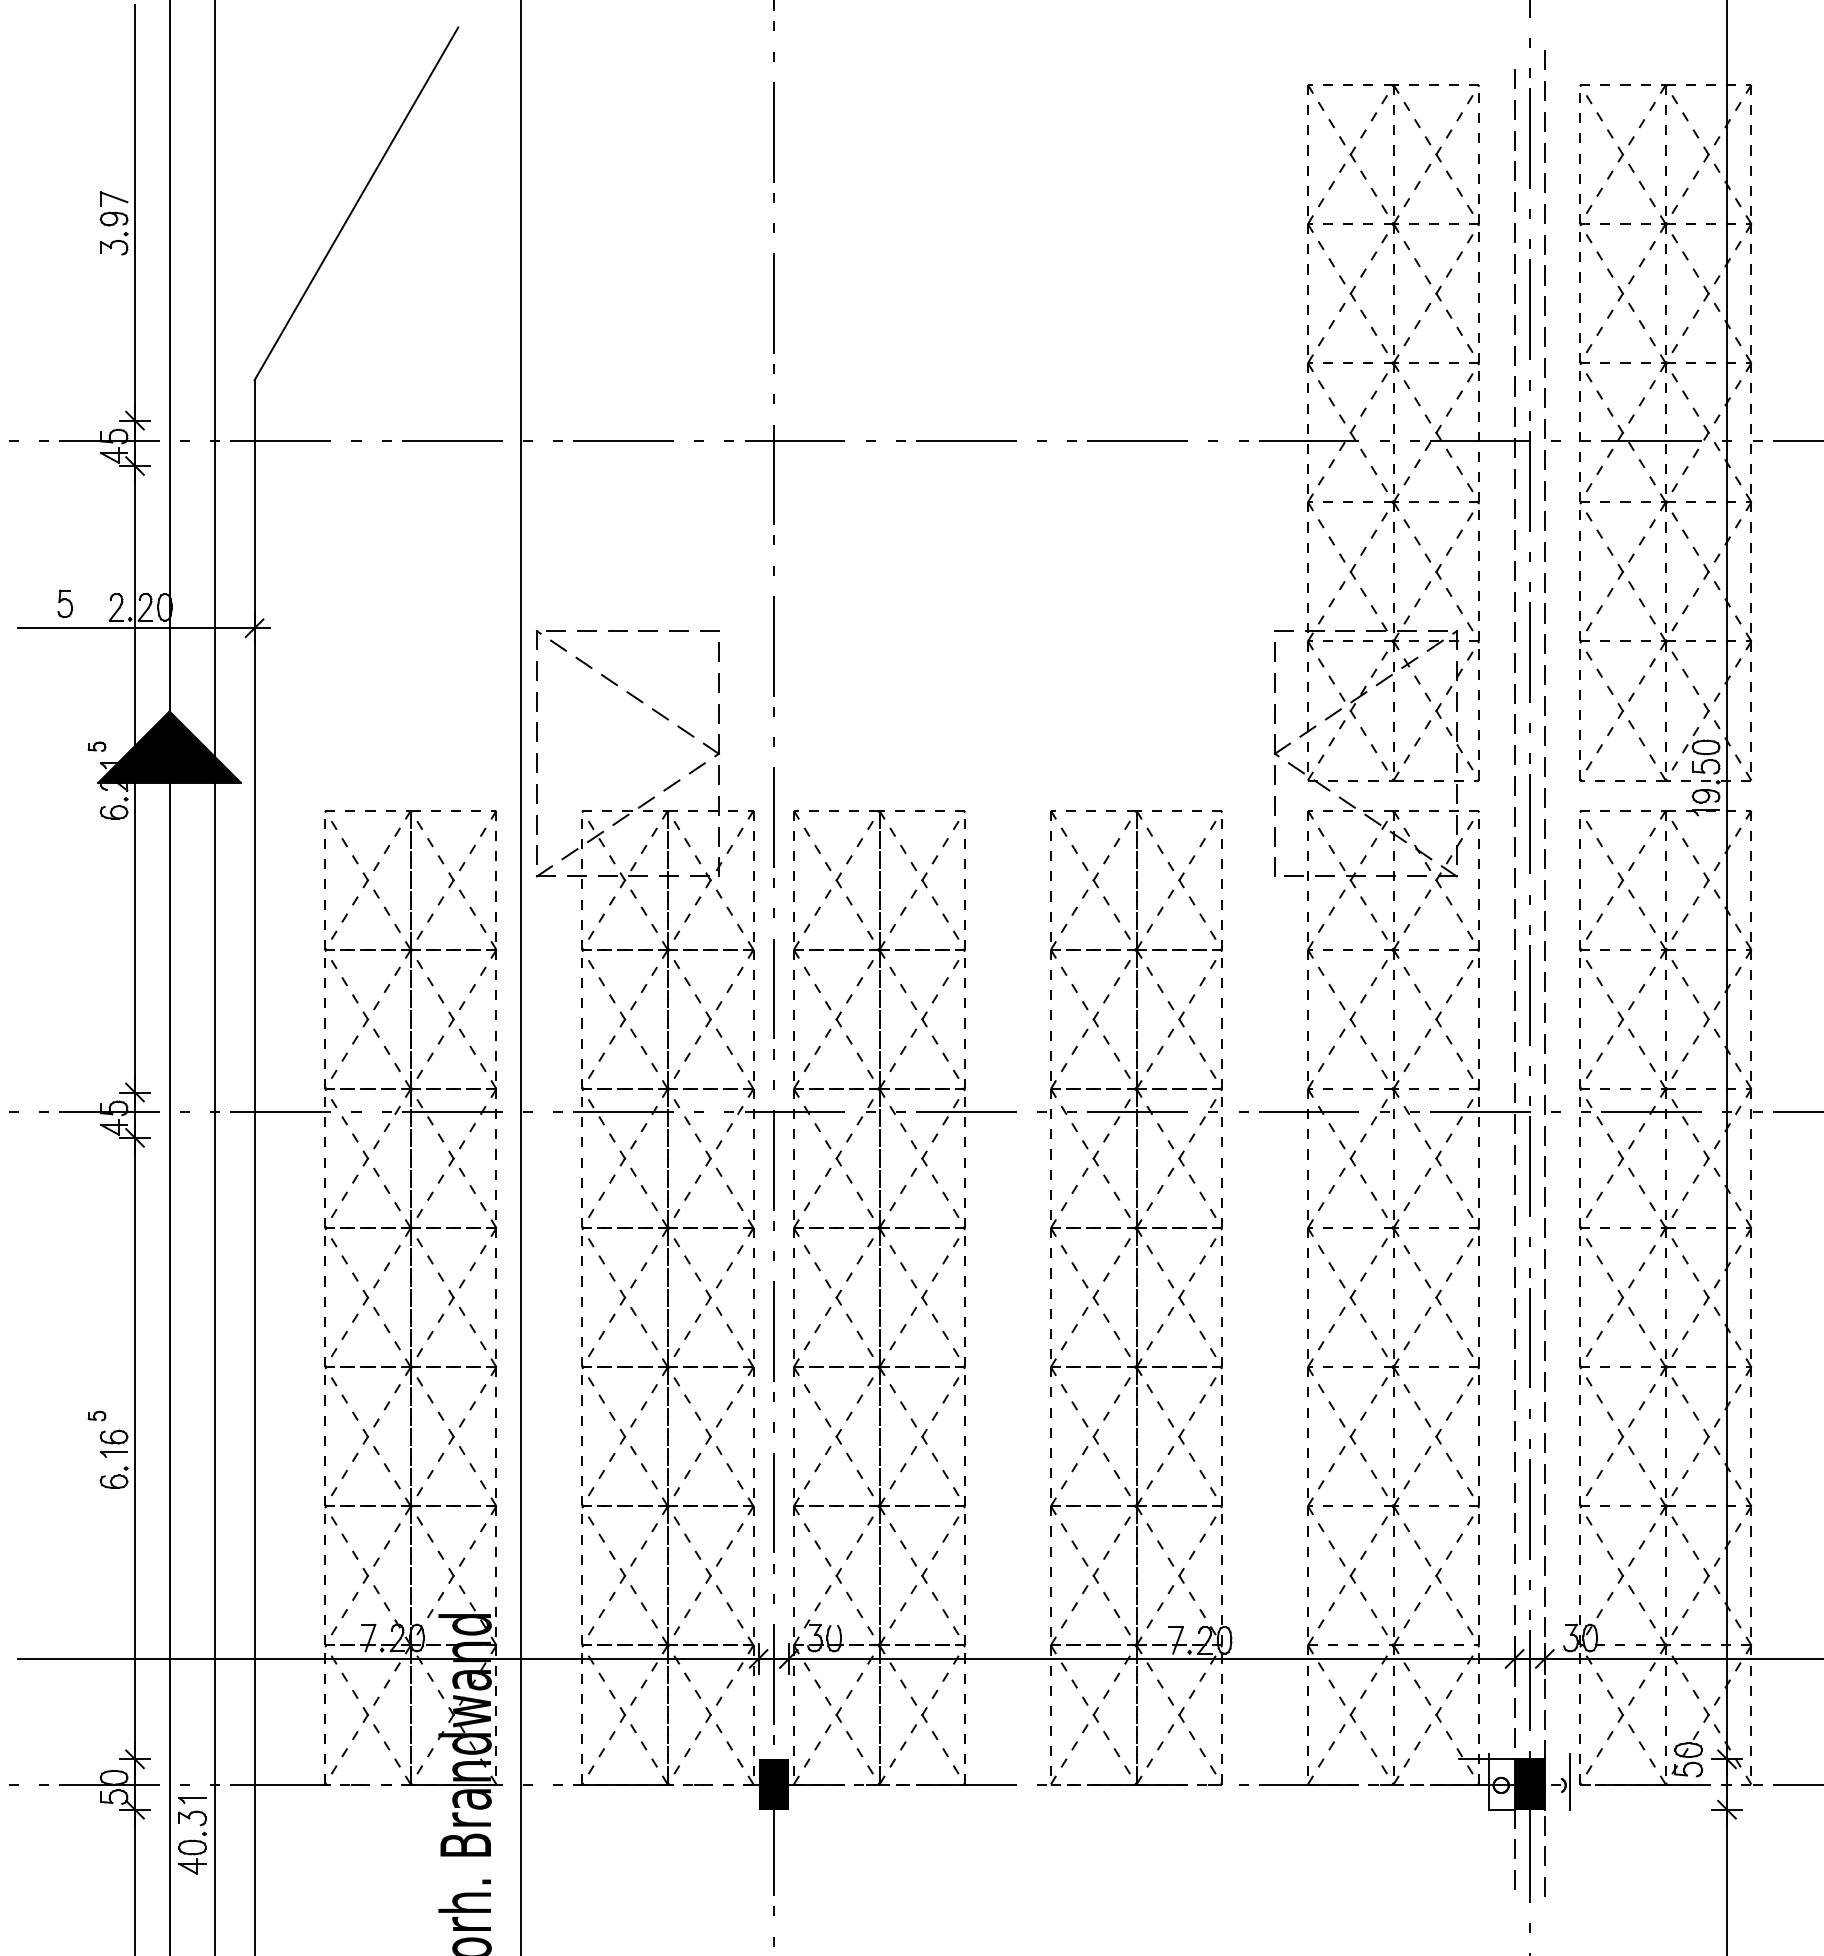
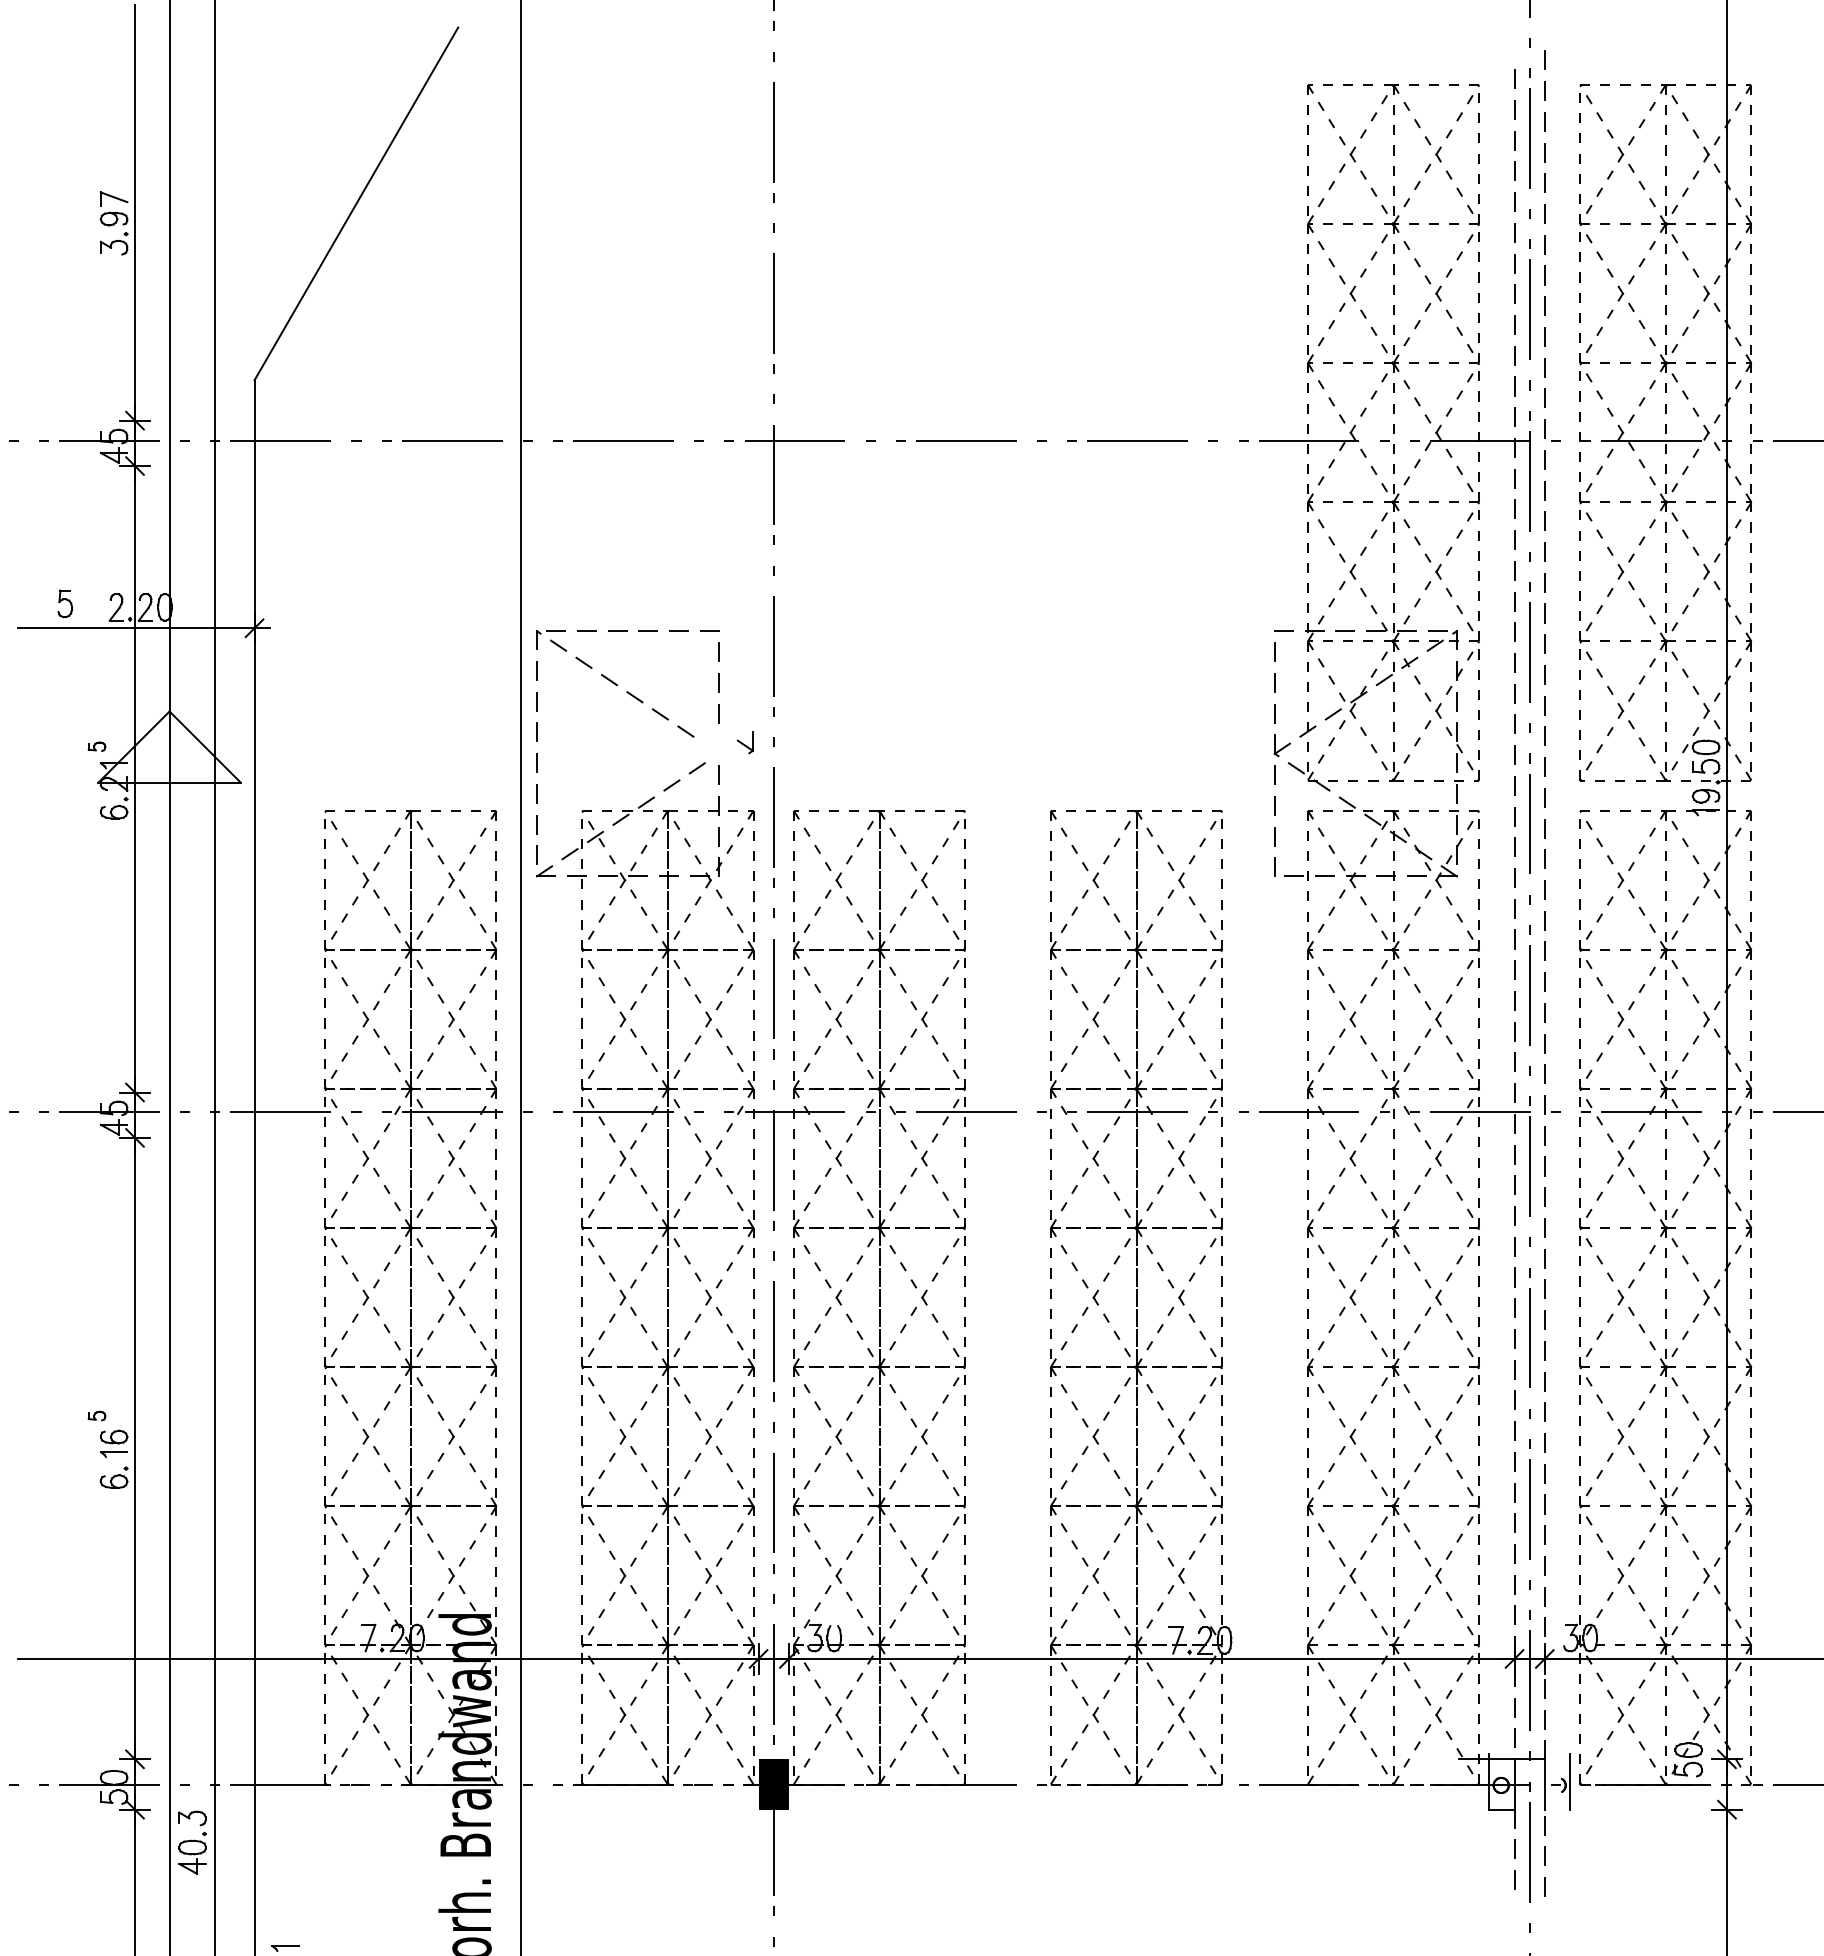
part at (710, 745) position: (710, 745) -> (744, 742)
fill at (169, 746): present -> none
fill at (1529, 1784): present -> none
part at (192, 1800) position: (192, 1800) -> (285, 1948)
